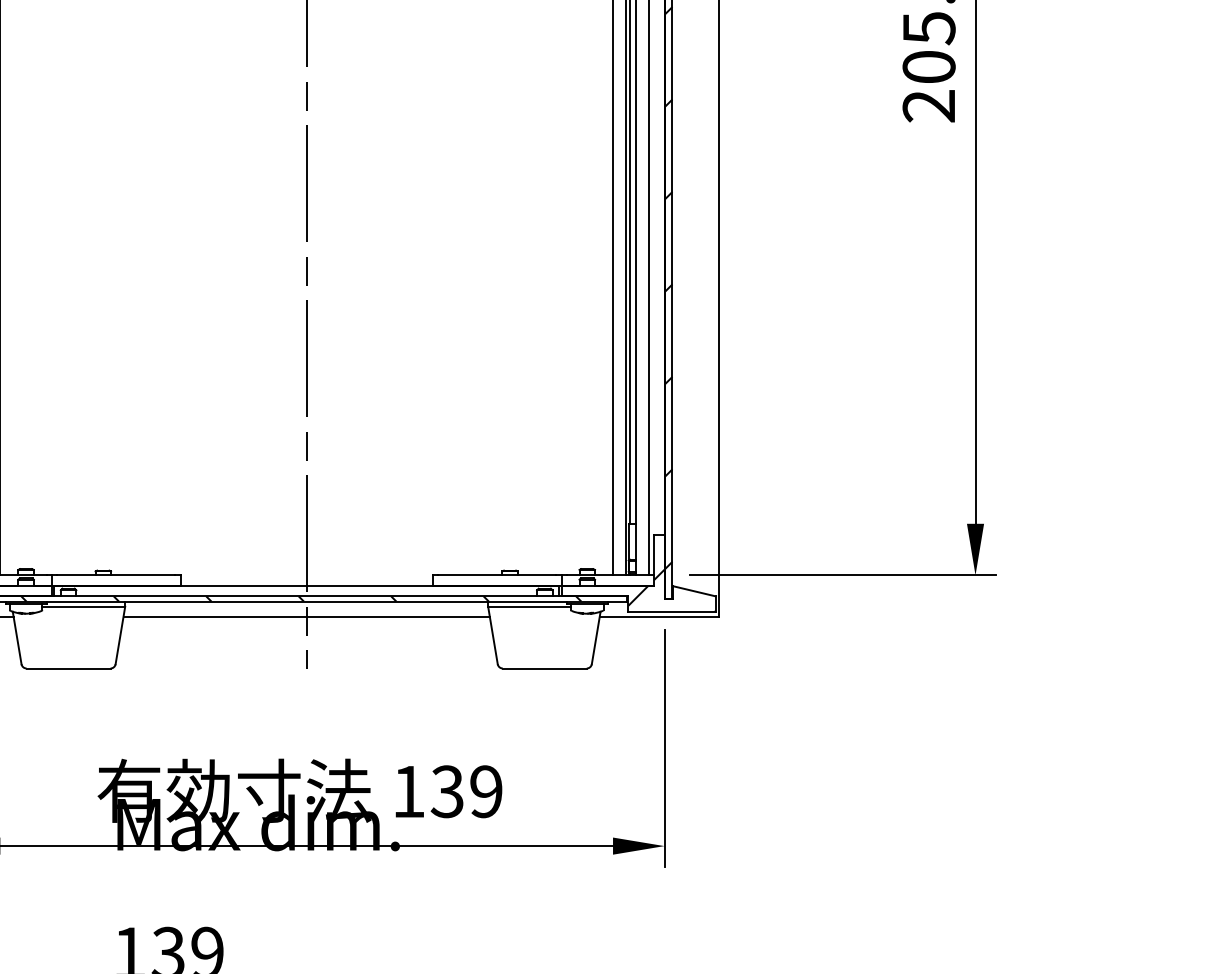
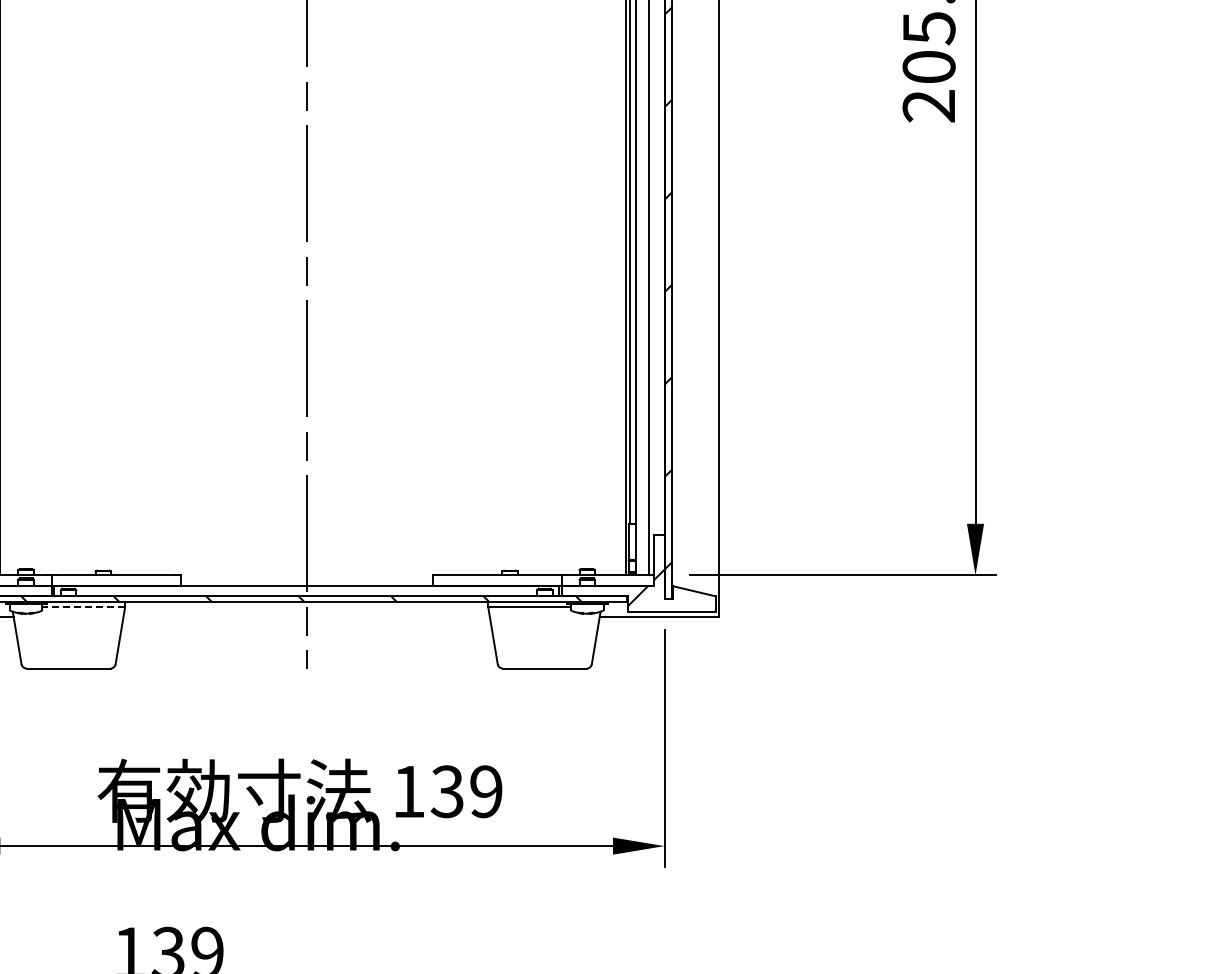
line at (613, 288): present -> none
line at (83, 606): solid -> dashed
line at (306, 617): present -> none
